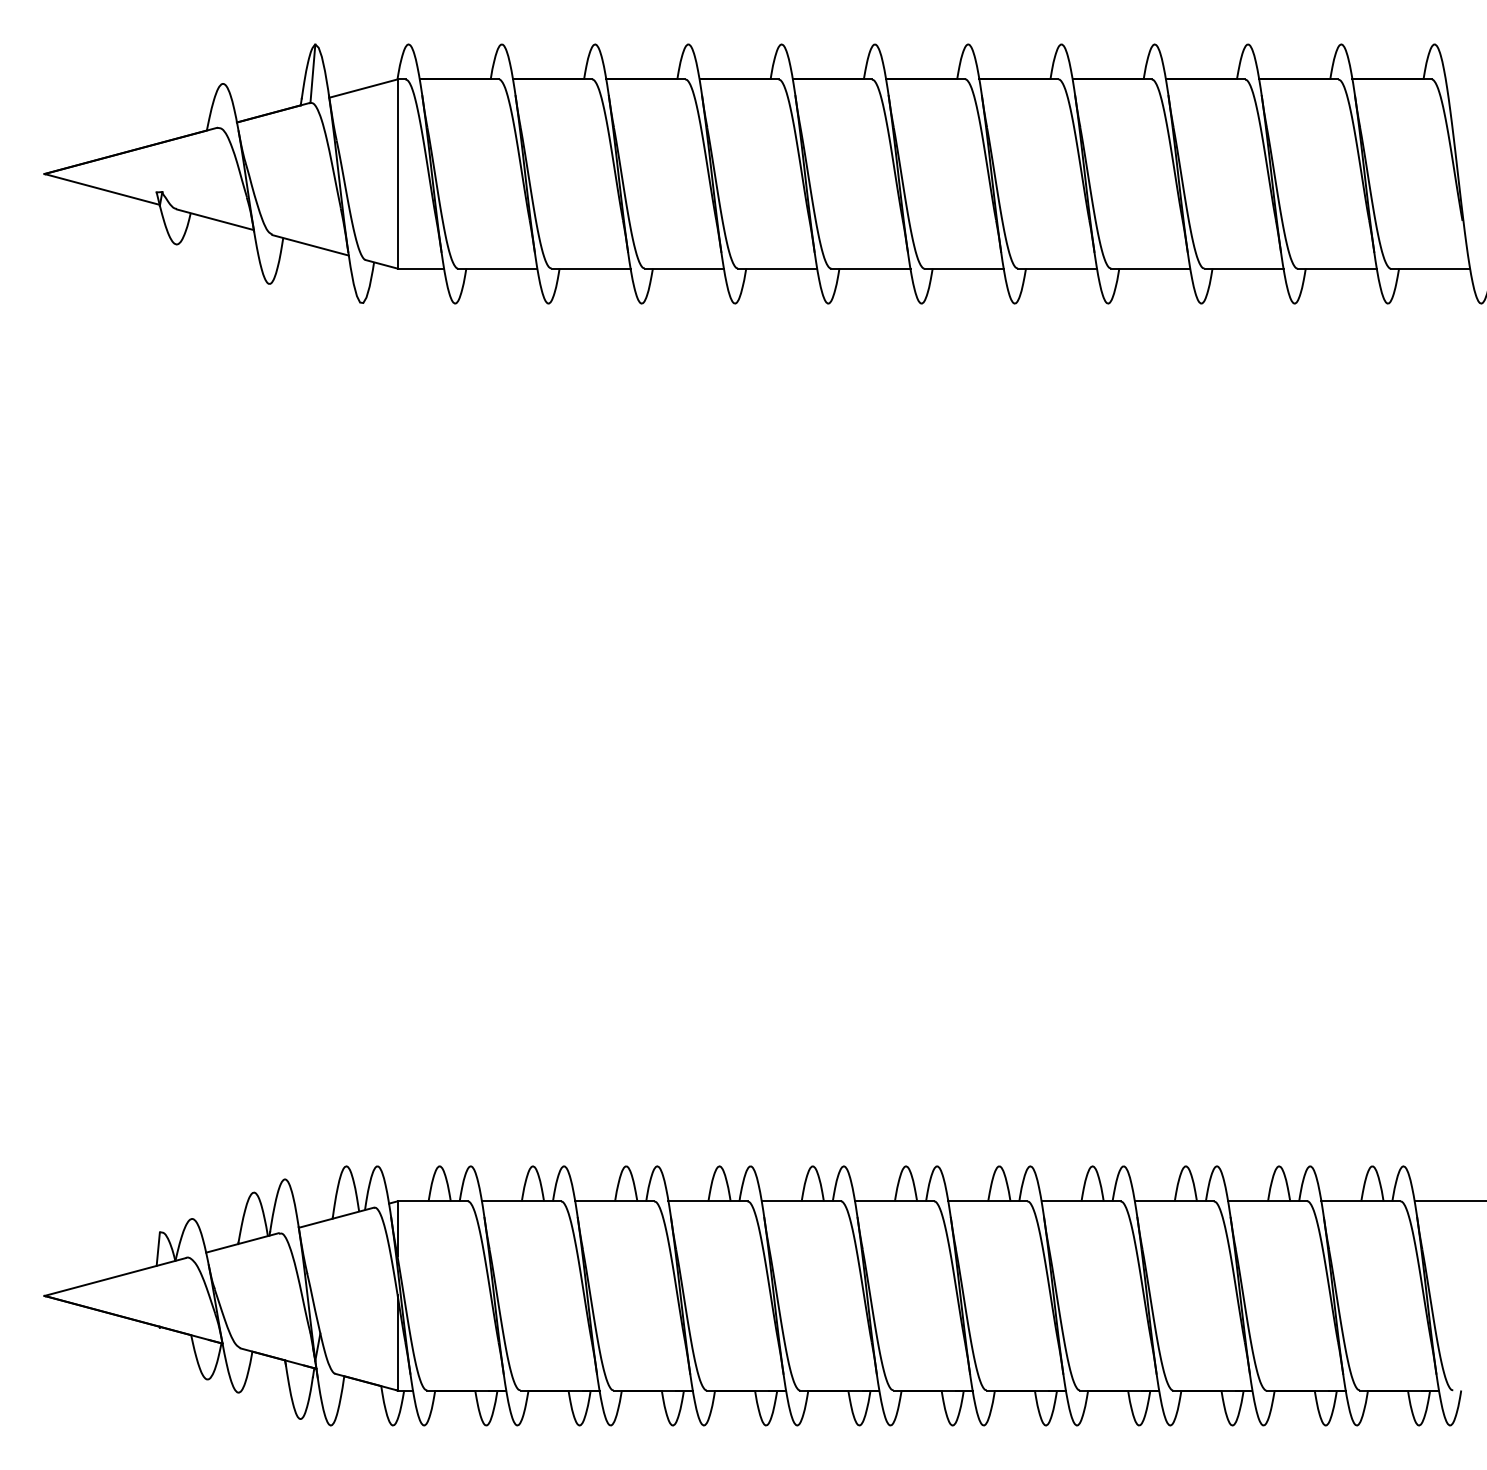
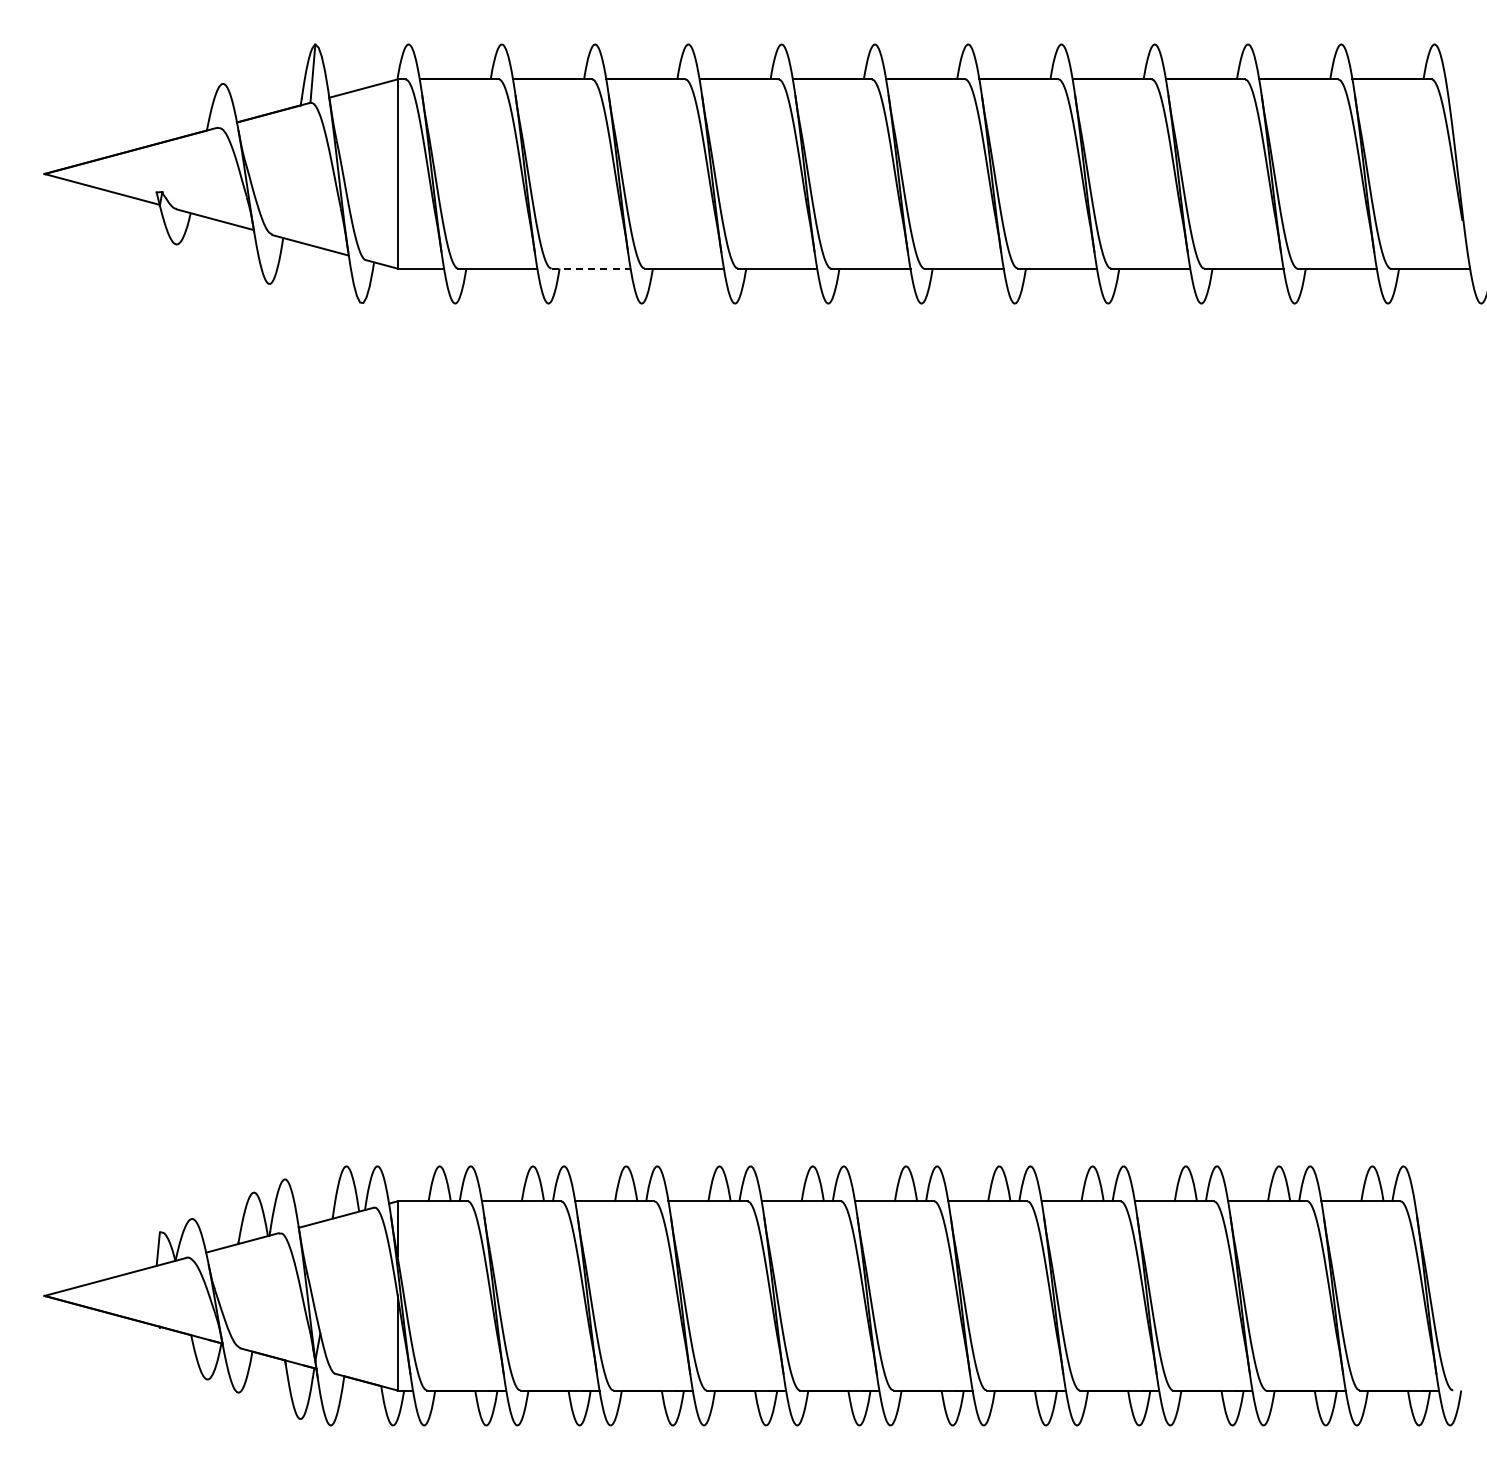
line at (591, 268): solid -> dashed
line at (1448, 1201): present -> none
